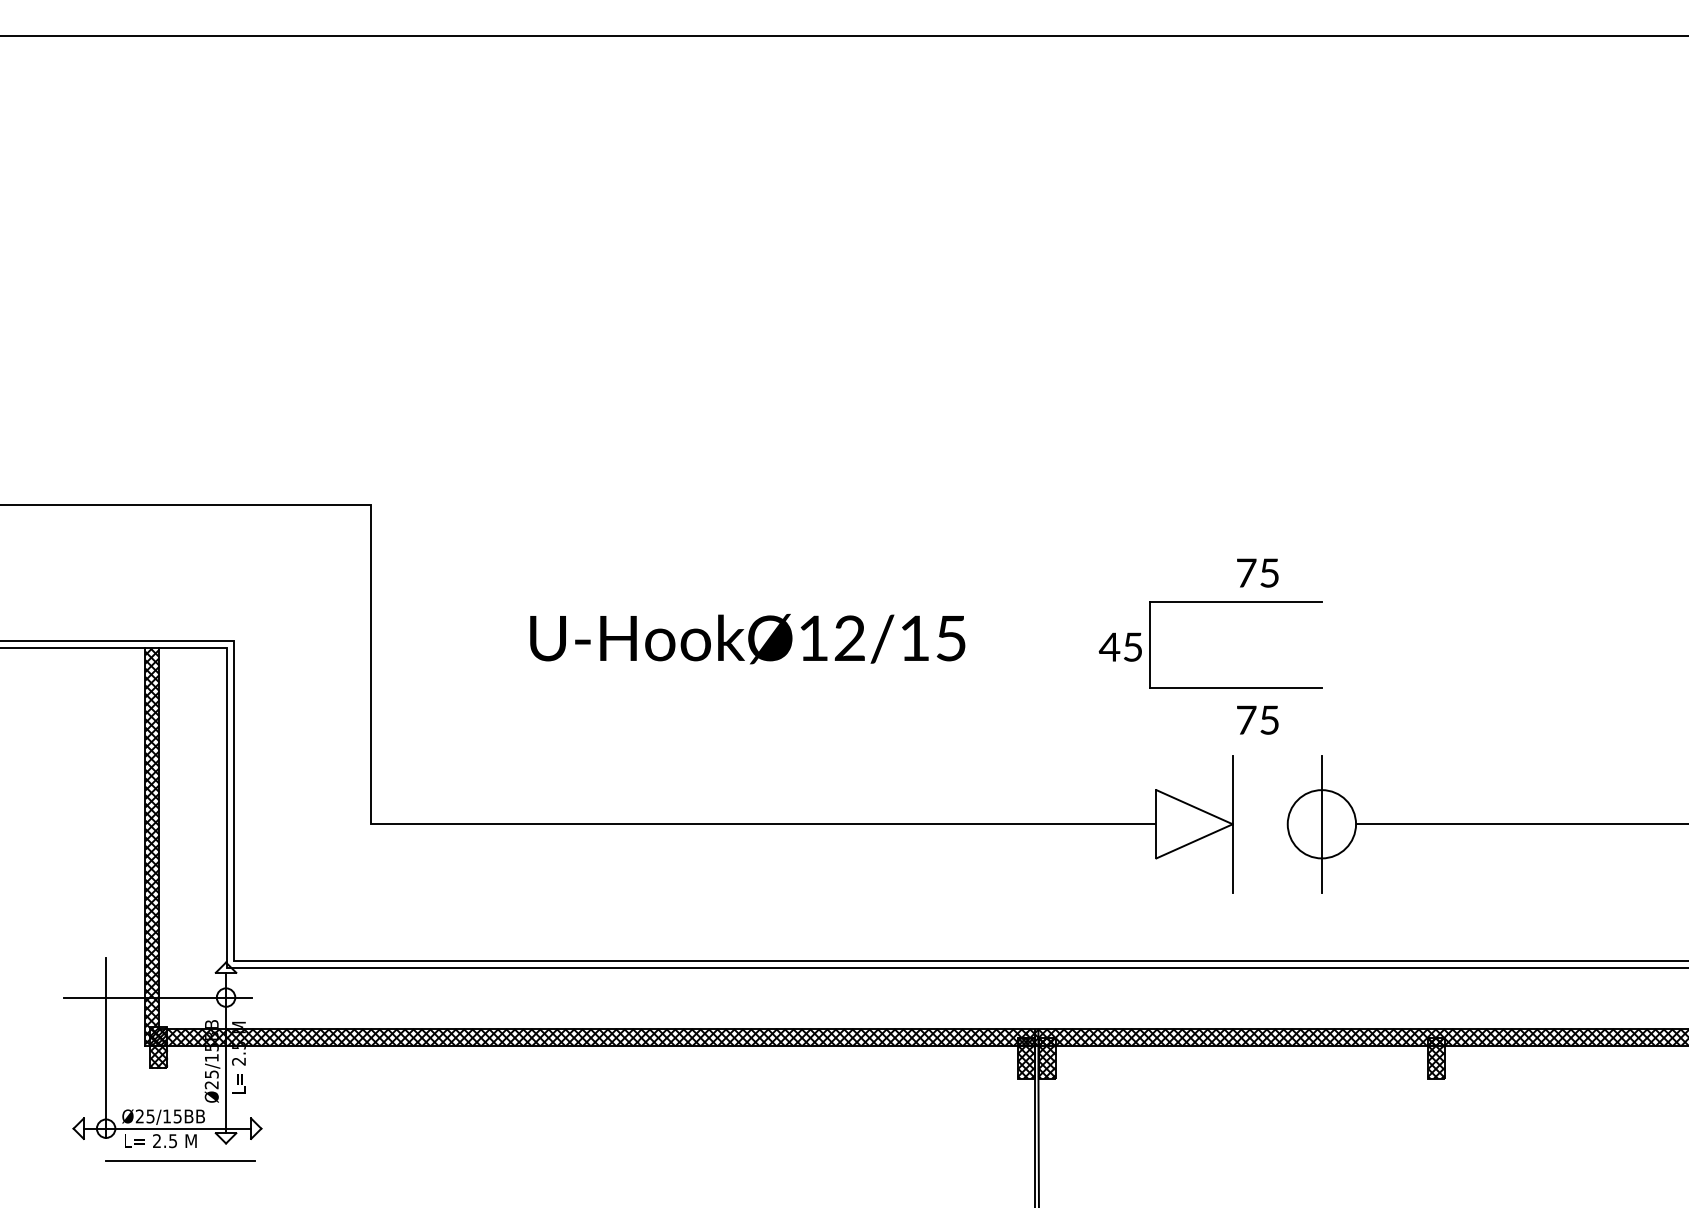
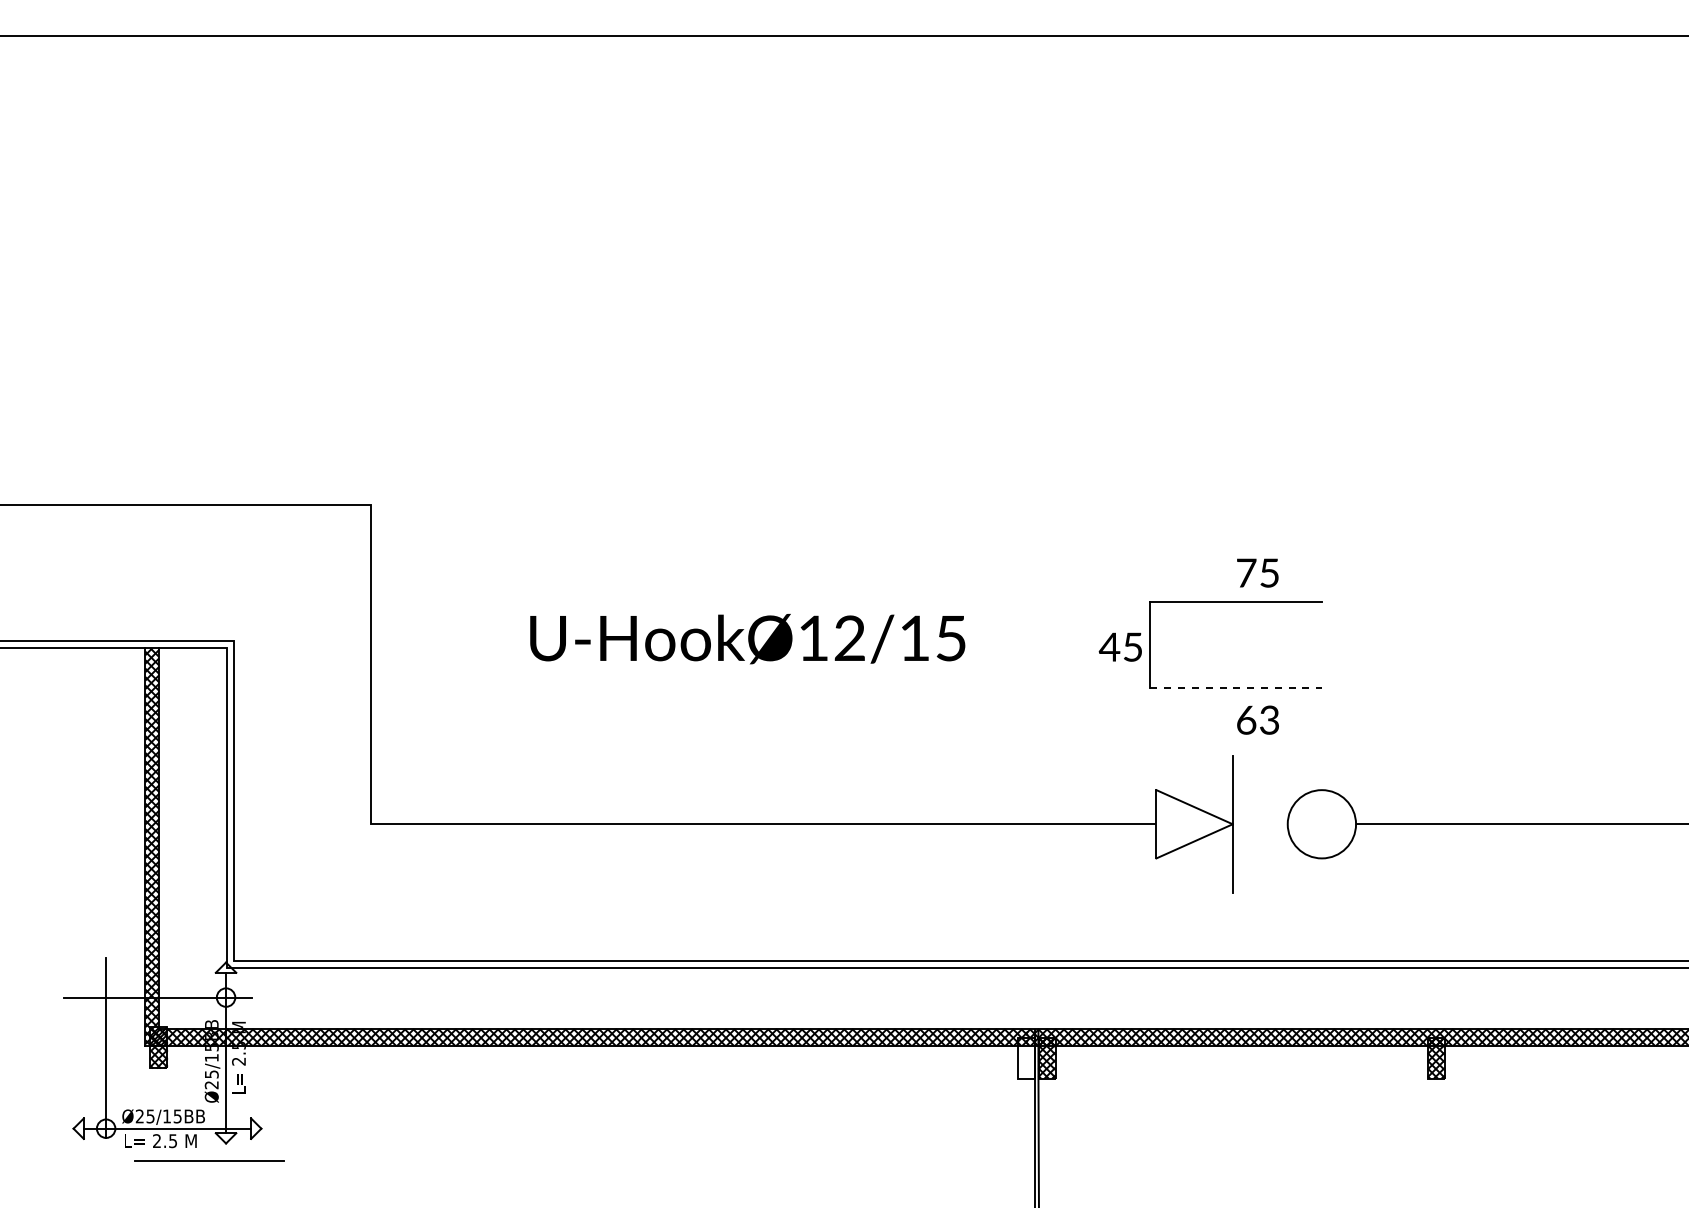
line at (1236, 687): solid -> dashed
text at (1257, 719): 75 -> 63
line at (1321, 823): present -> none
hatch at (1025, 1057): present -> none
line at (180, 1160) position: (180, 1160) -> (209, 1160)
